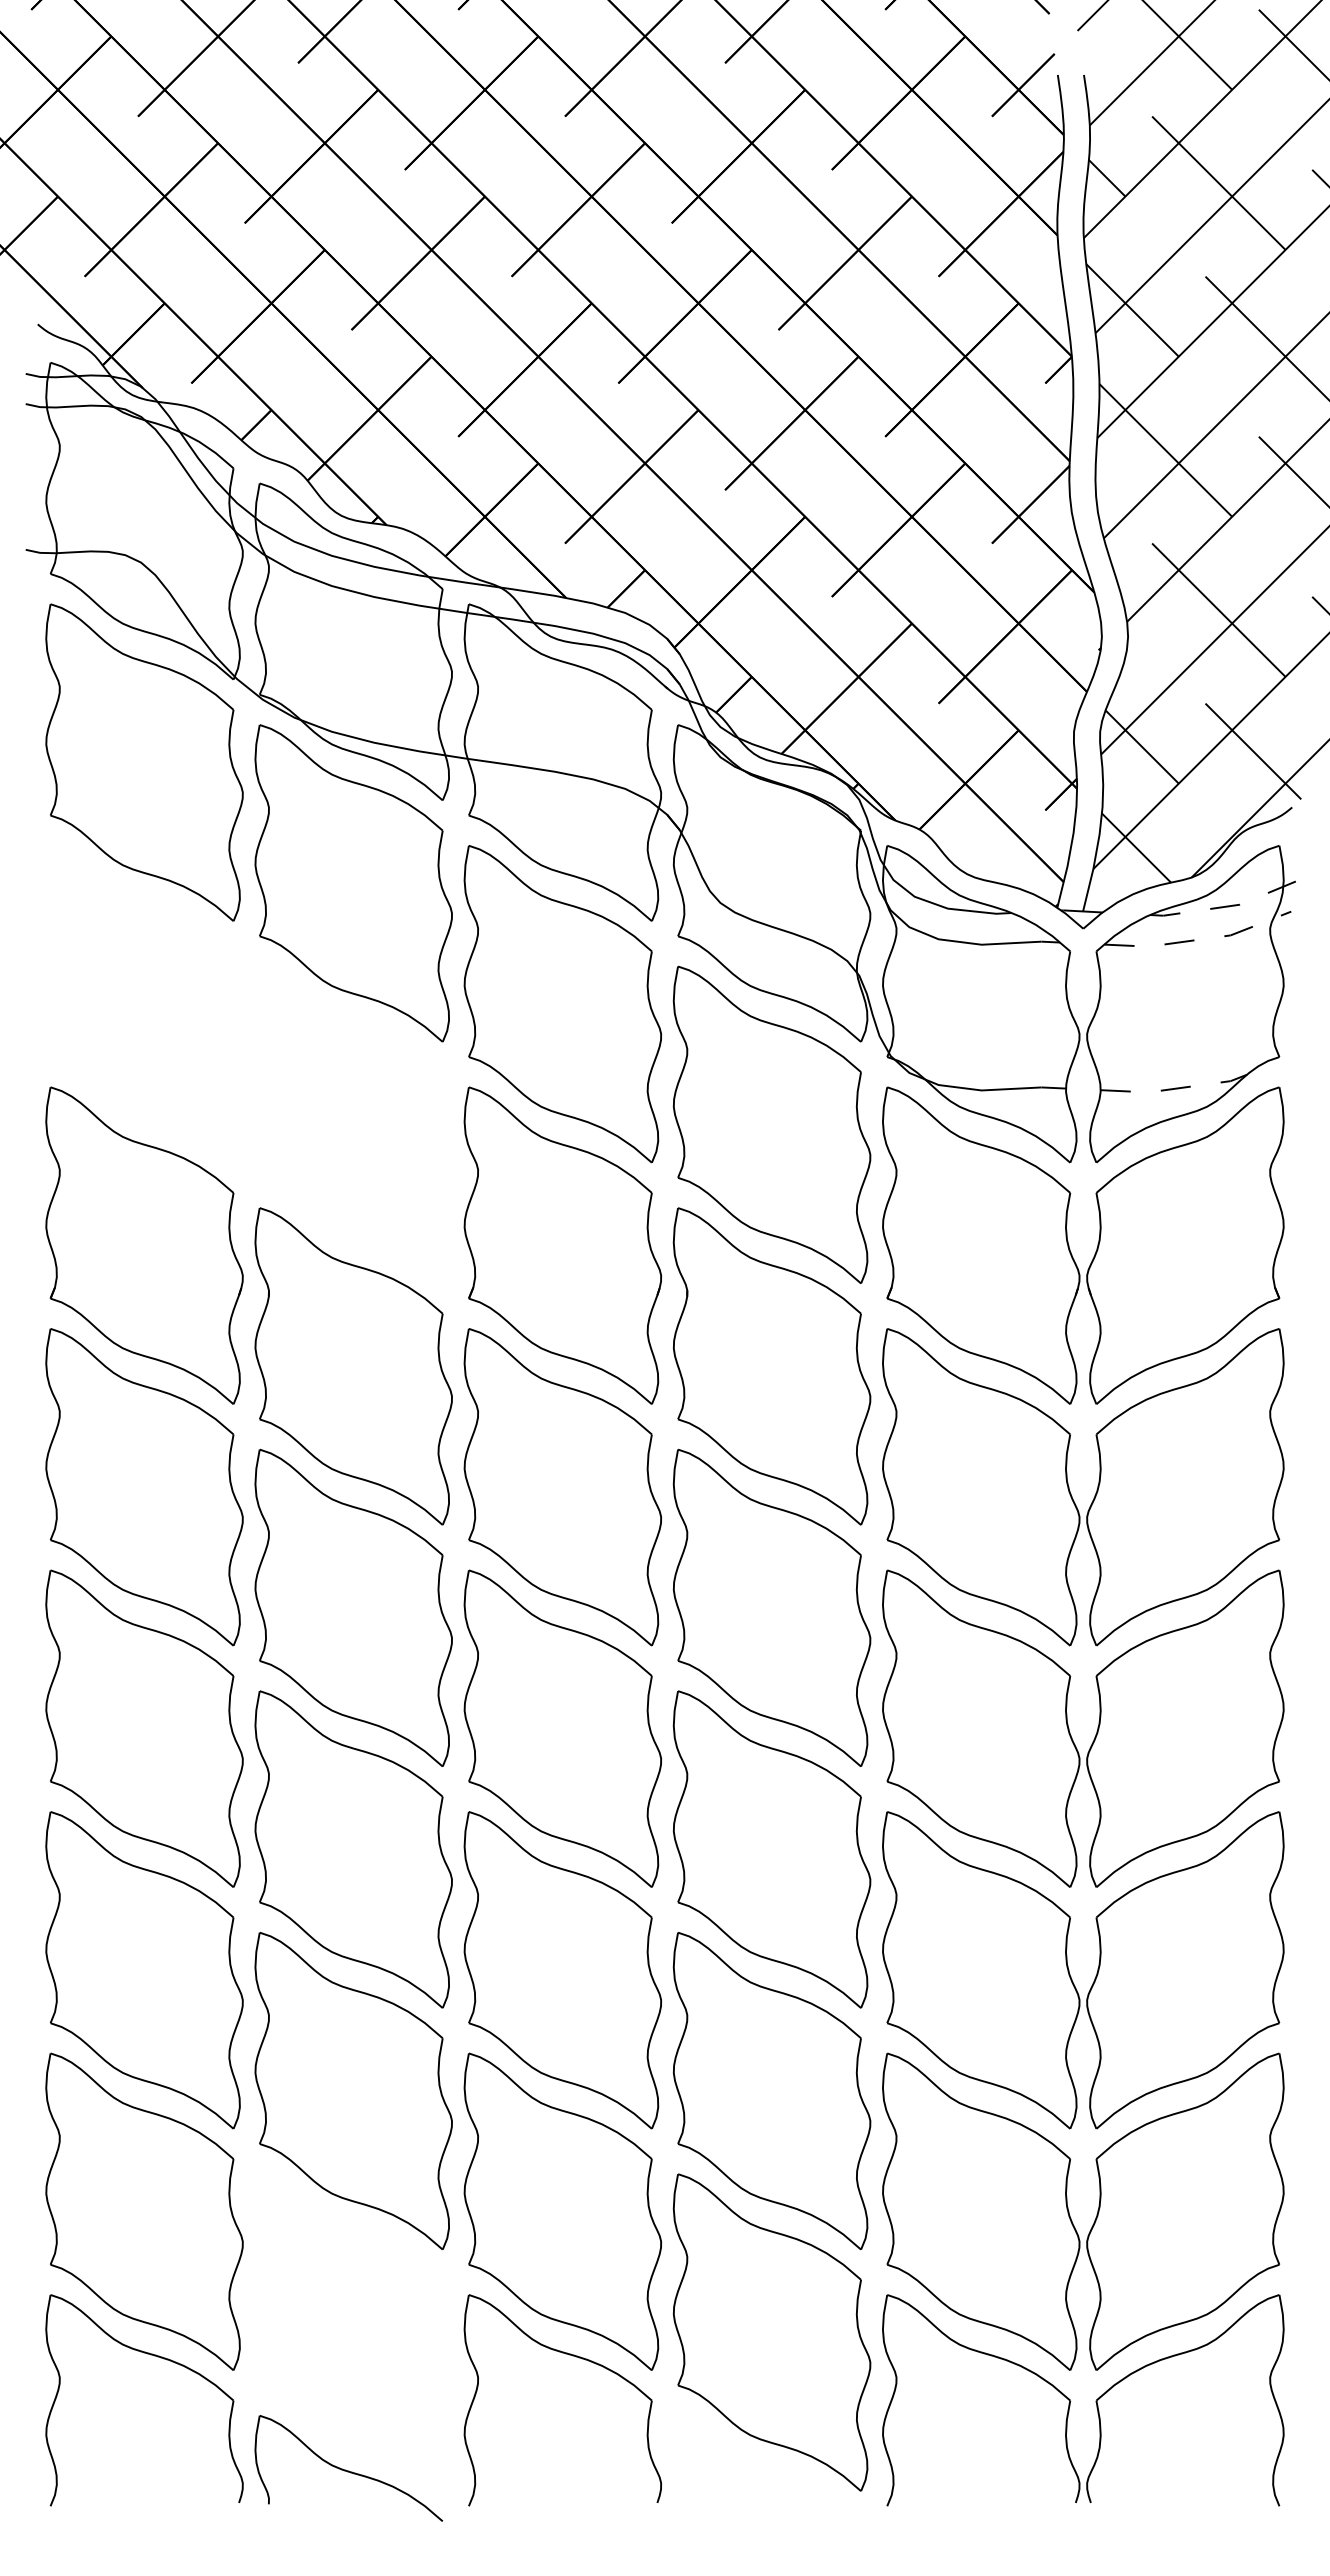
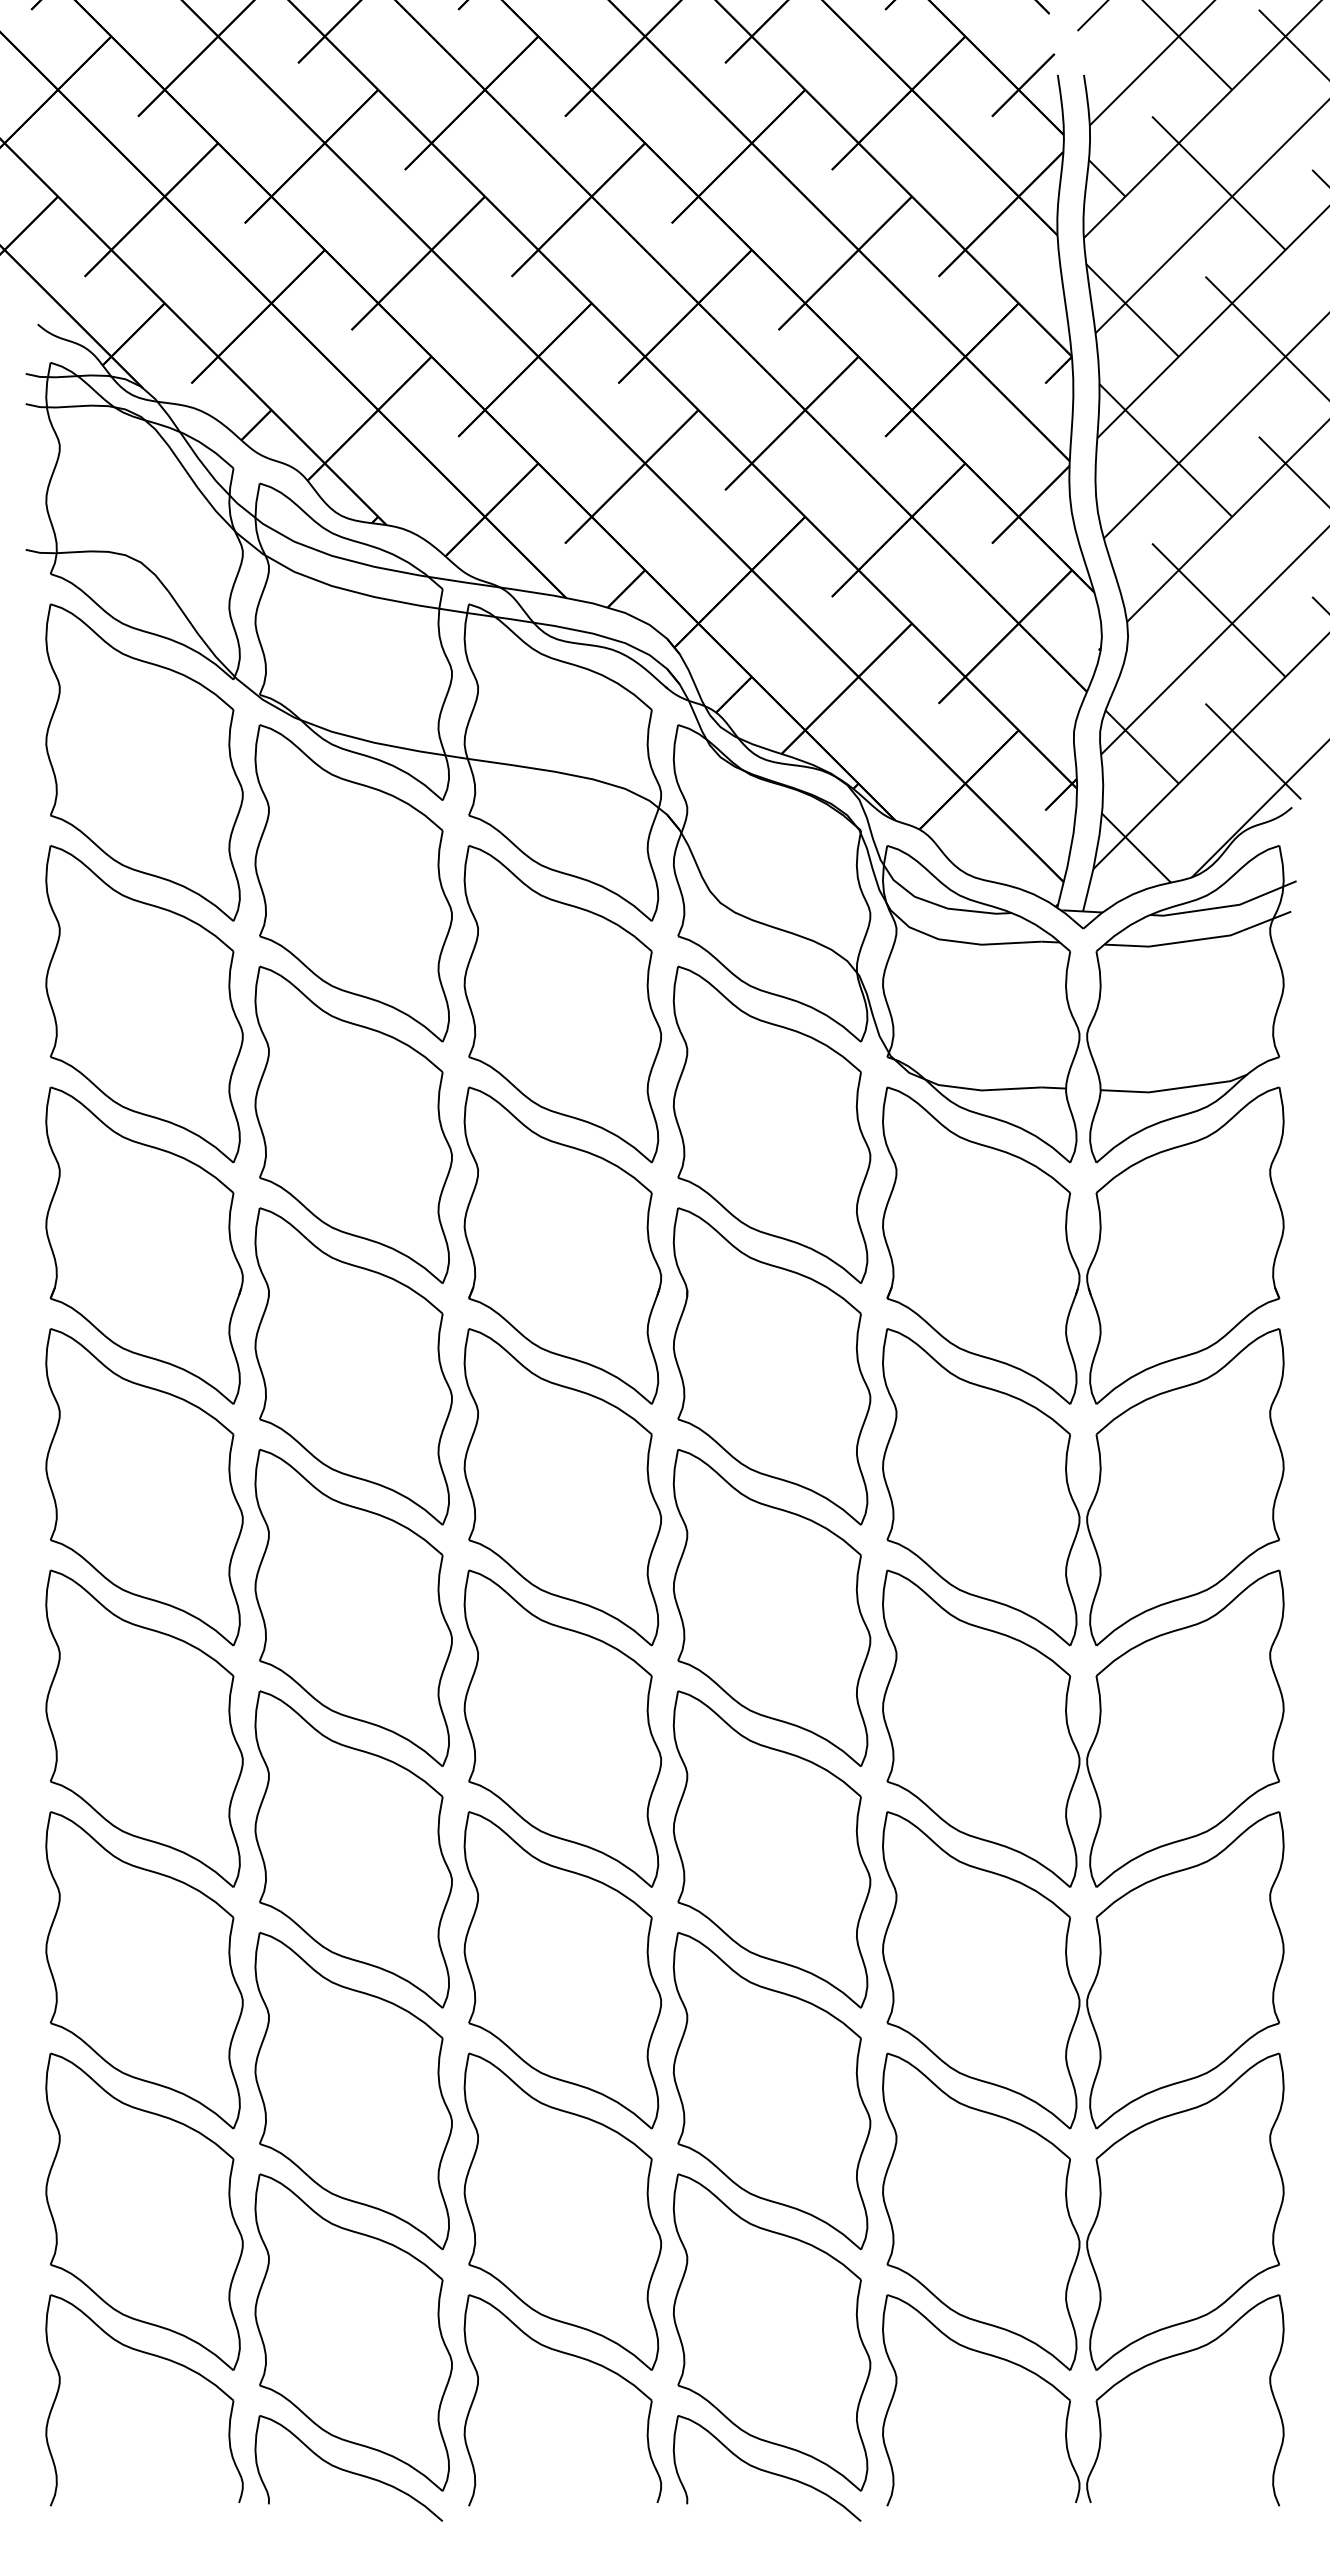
line at (1225, 906): dashed -> solid
line at (1200, 939): dashed -> solid
part at (144, 1004): none -> present
line at (1174, 1088): dashed -> solid
part at (353, 1124): none -> present
part at (353, 2332): none -> present
part at (766, 2468): none -> present
